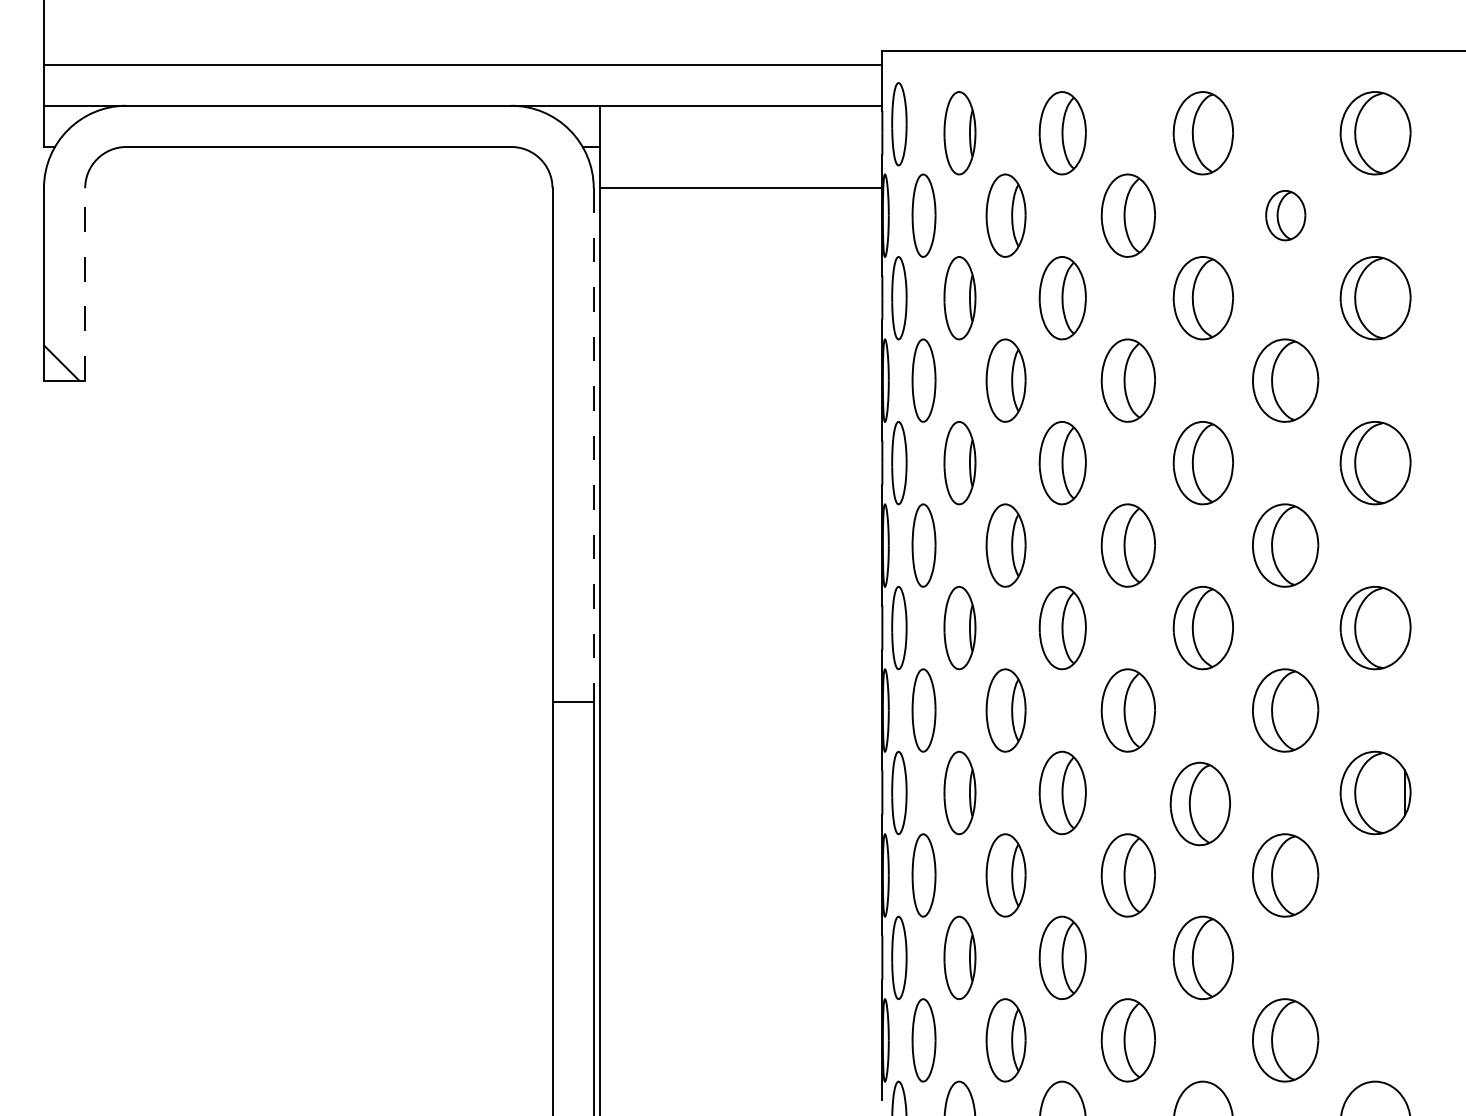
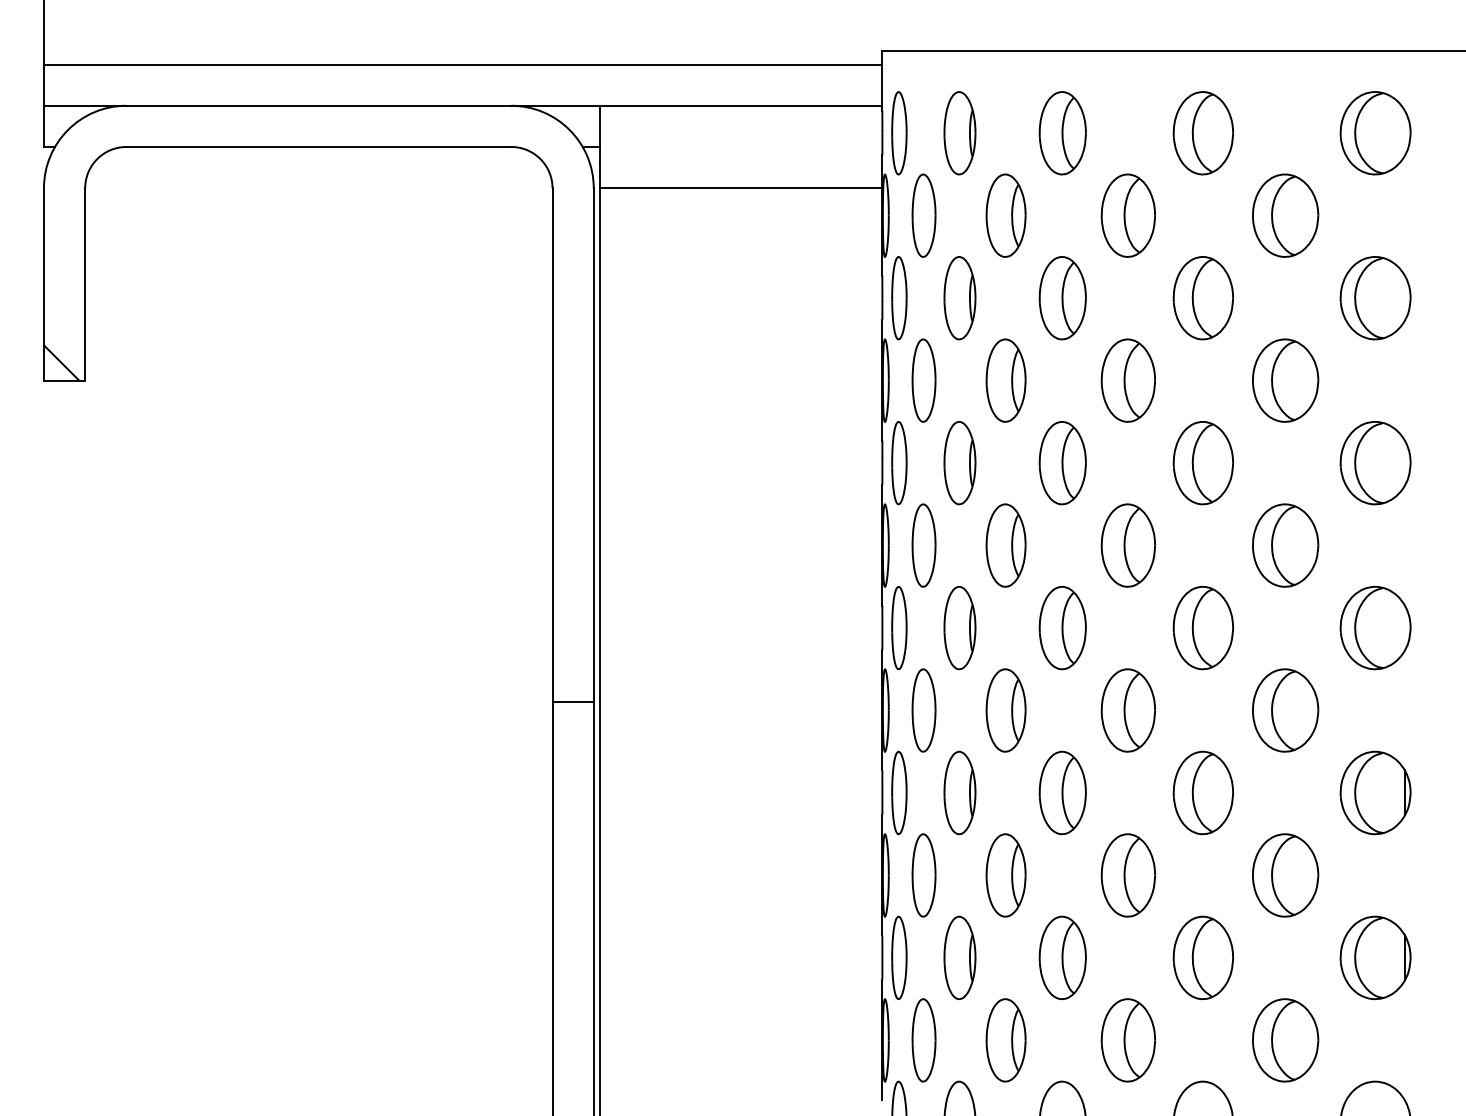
part at (899, 124) position: (899, 124) -> (899, 133)
part at (1285, 215) size: 42x52 px -> 68x85 px
line at (85, 283): dashed -> solid
line at (593, 444): dashed -> solid
part at (1199, 803) position: (1199, 803) -> (1202, 792)
part at (1375, 957): none -> present
